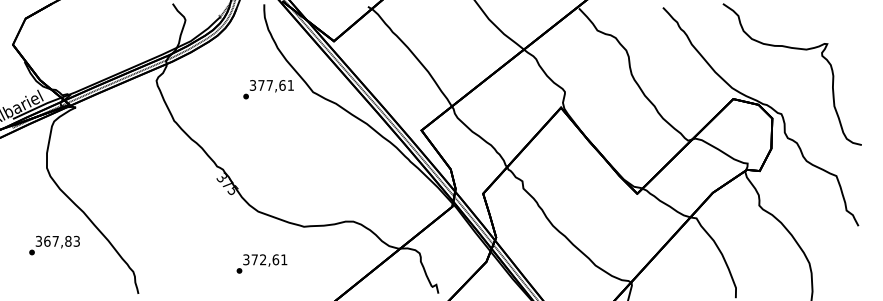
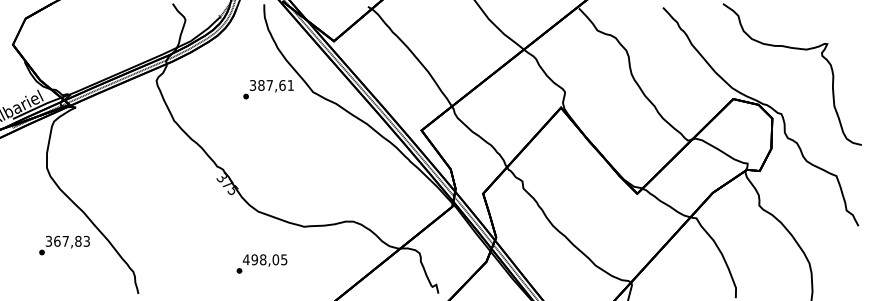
text at (261, 85): 377,61 -> 387,61
text at (54, 245) position: (54, 245) -> (64, 245)
text at (264, 259): 372,61 -> 498,05
